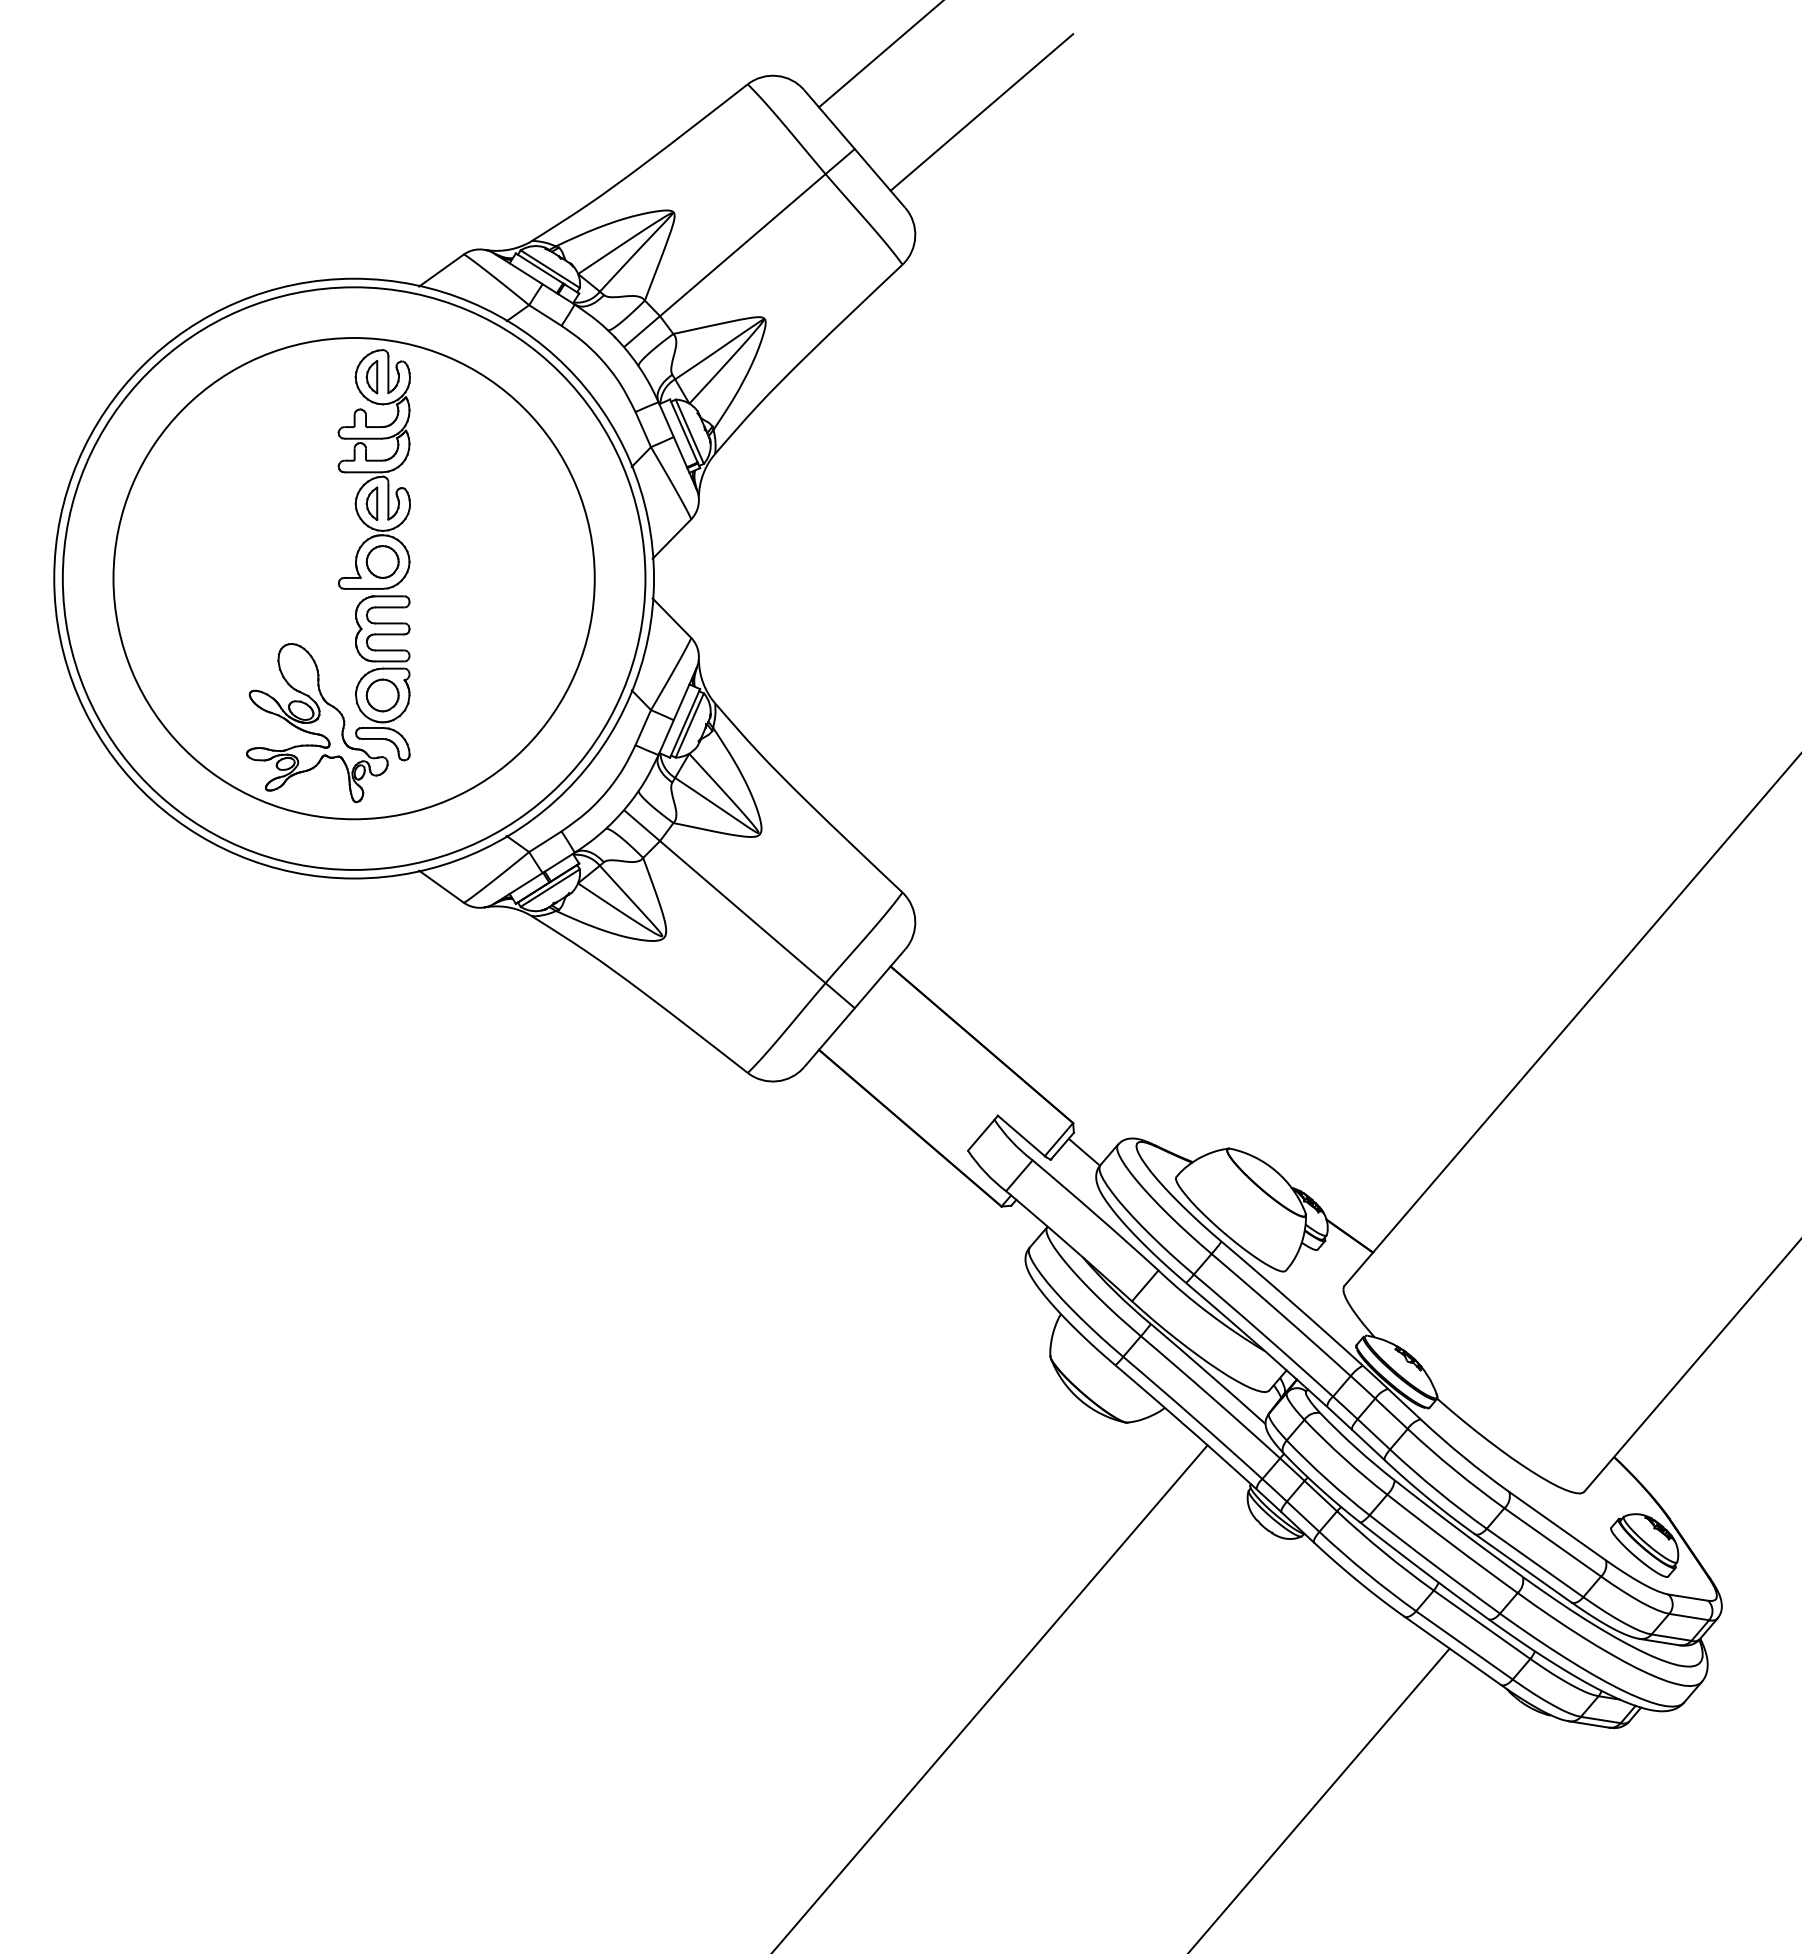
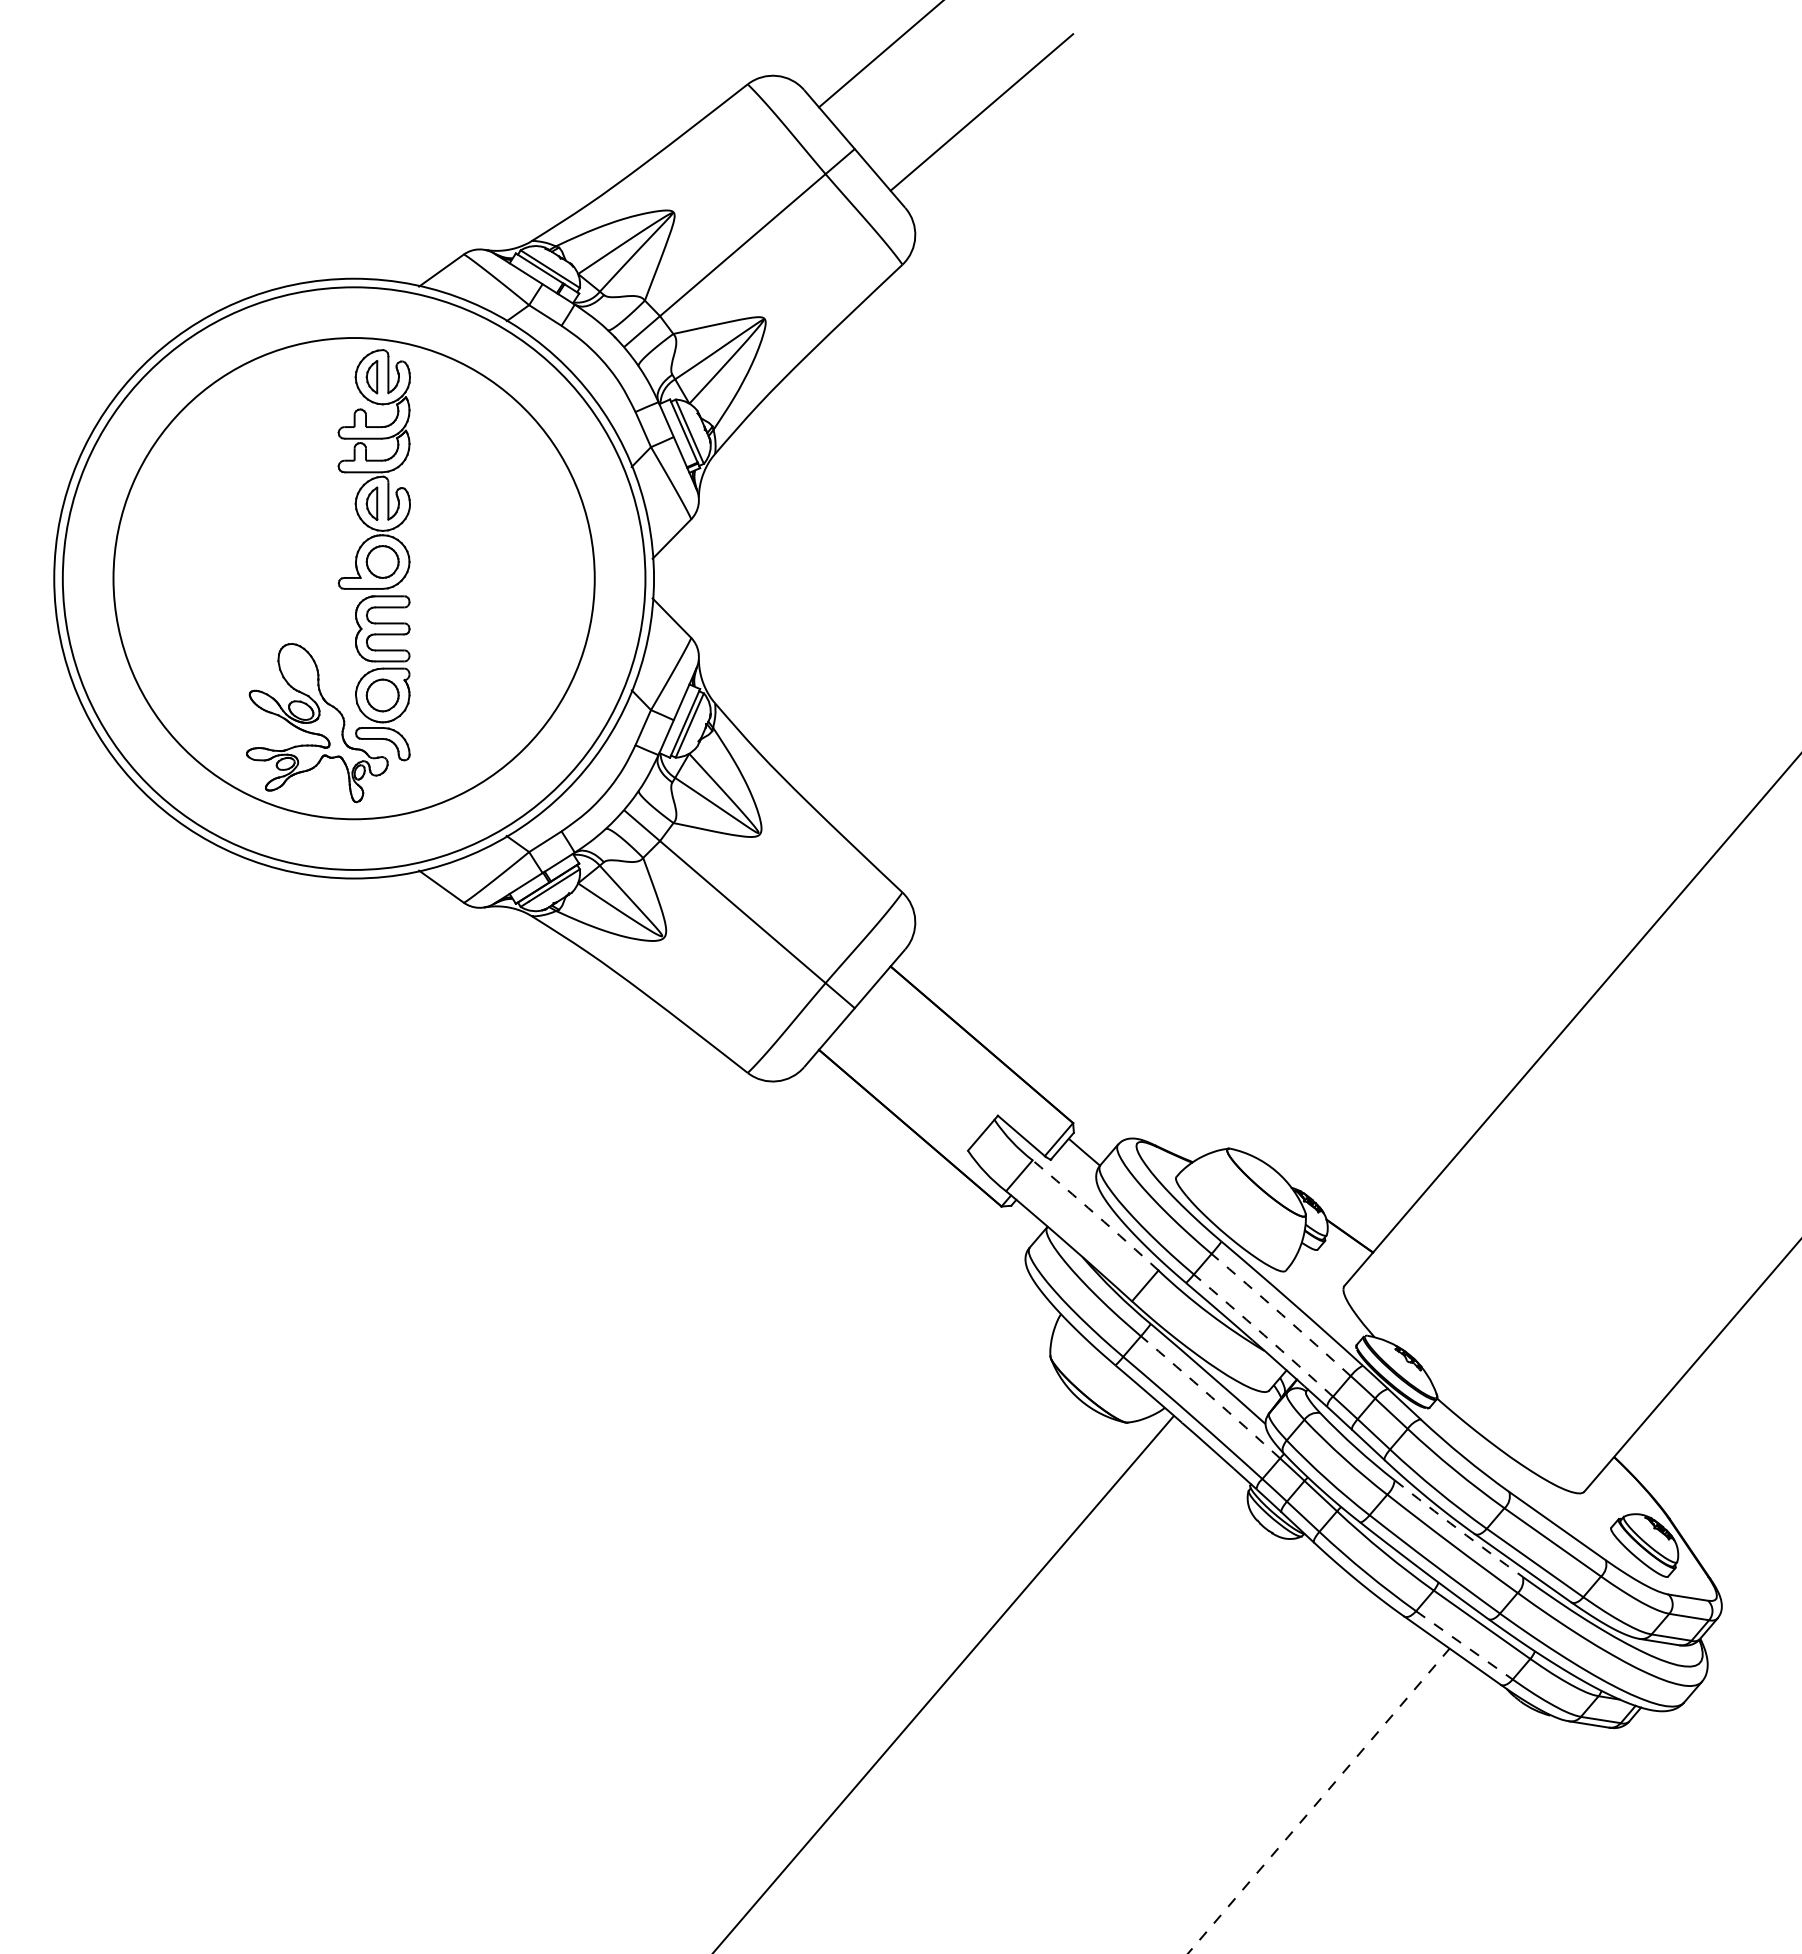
arc at (1096, 1214): solid -> dashed
arc at (1281, 1314): solid -> dashed
arc at (1263, 1335): solid -> dashed
arc at (1211, 1396): solid -> dashed
arc at (1458, 1529): solid -> dashed
line at (1464, 1645): solid -> dashed
line at (990, 1697) position: (990, 1697) -> (944, 1683)
line at (1318, 1801): solid -> dashed
